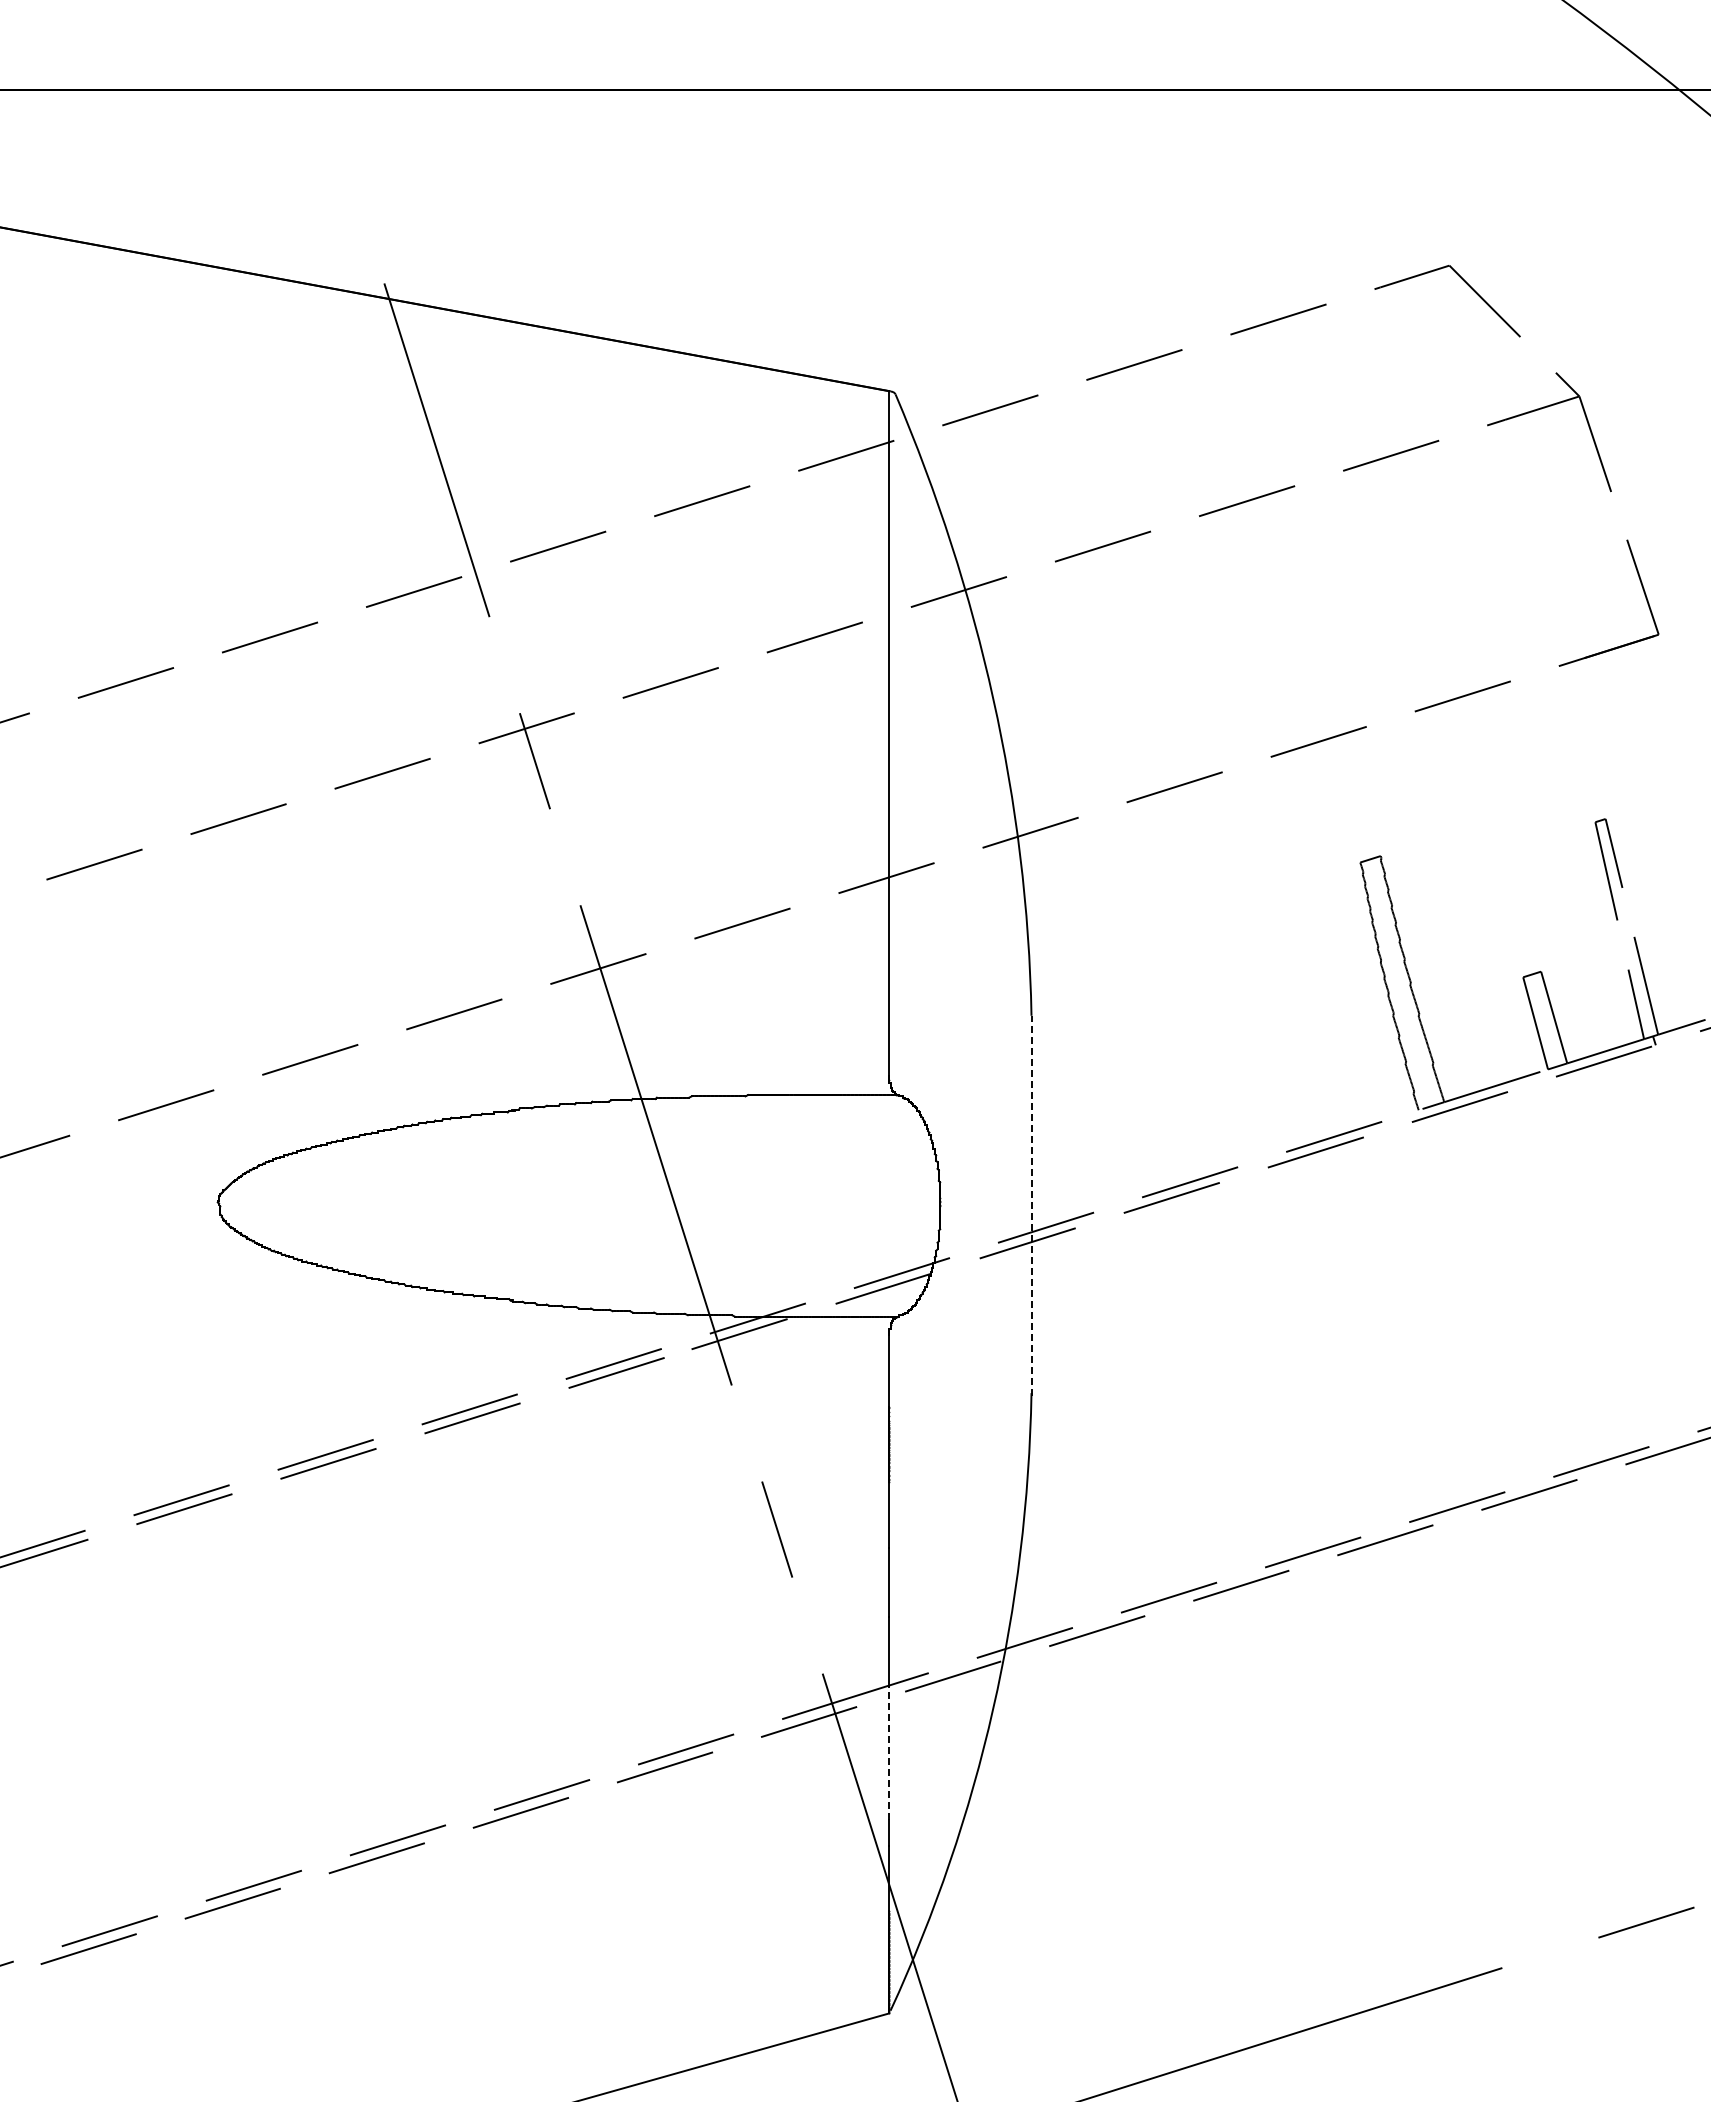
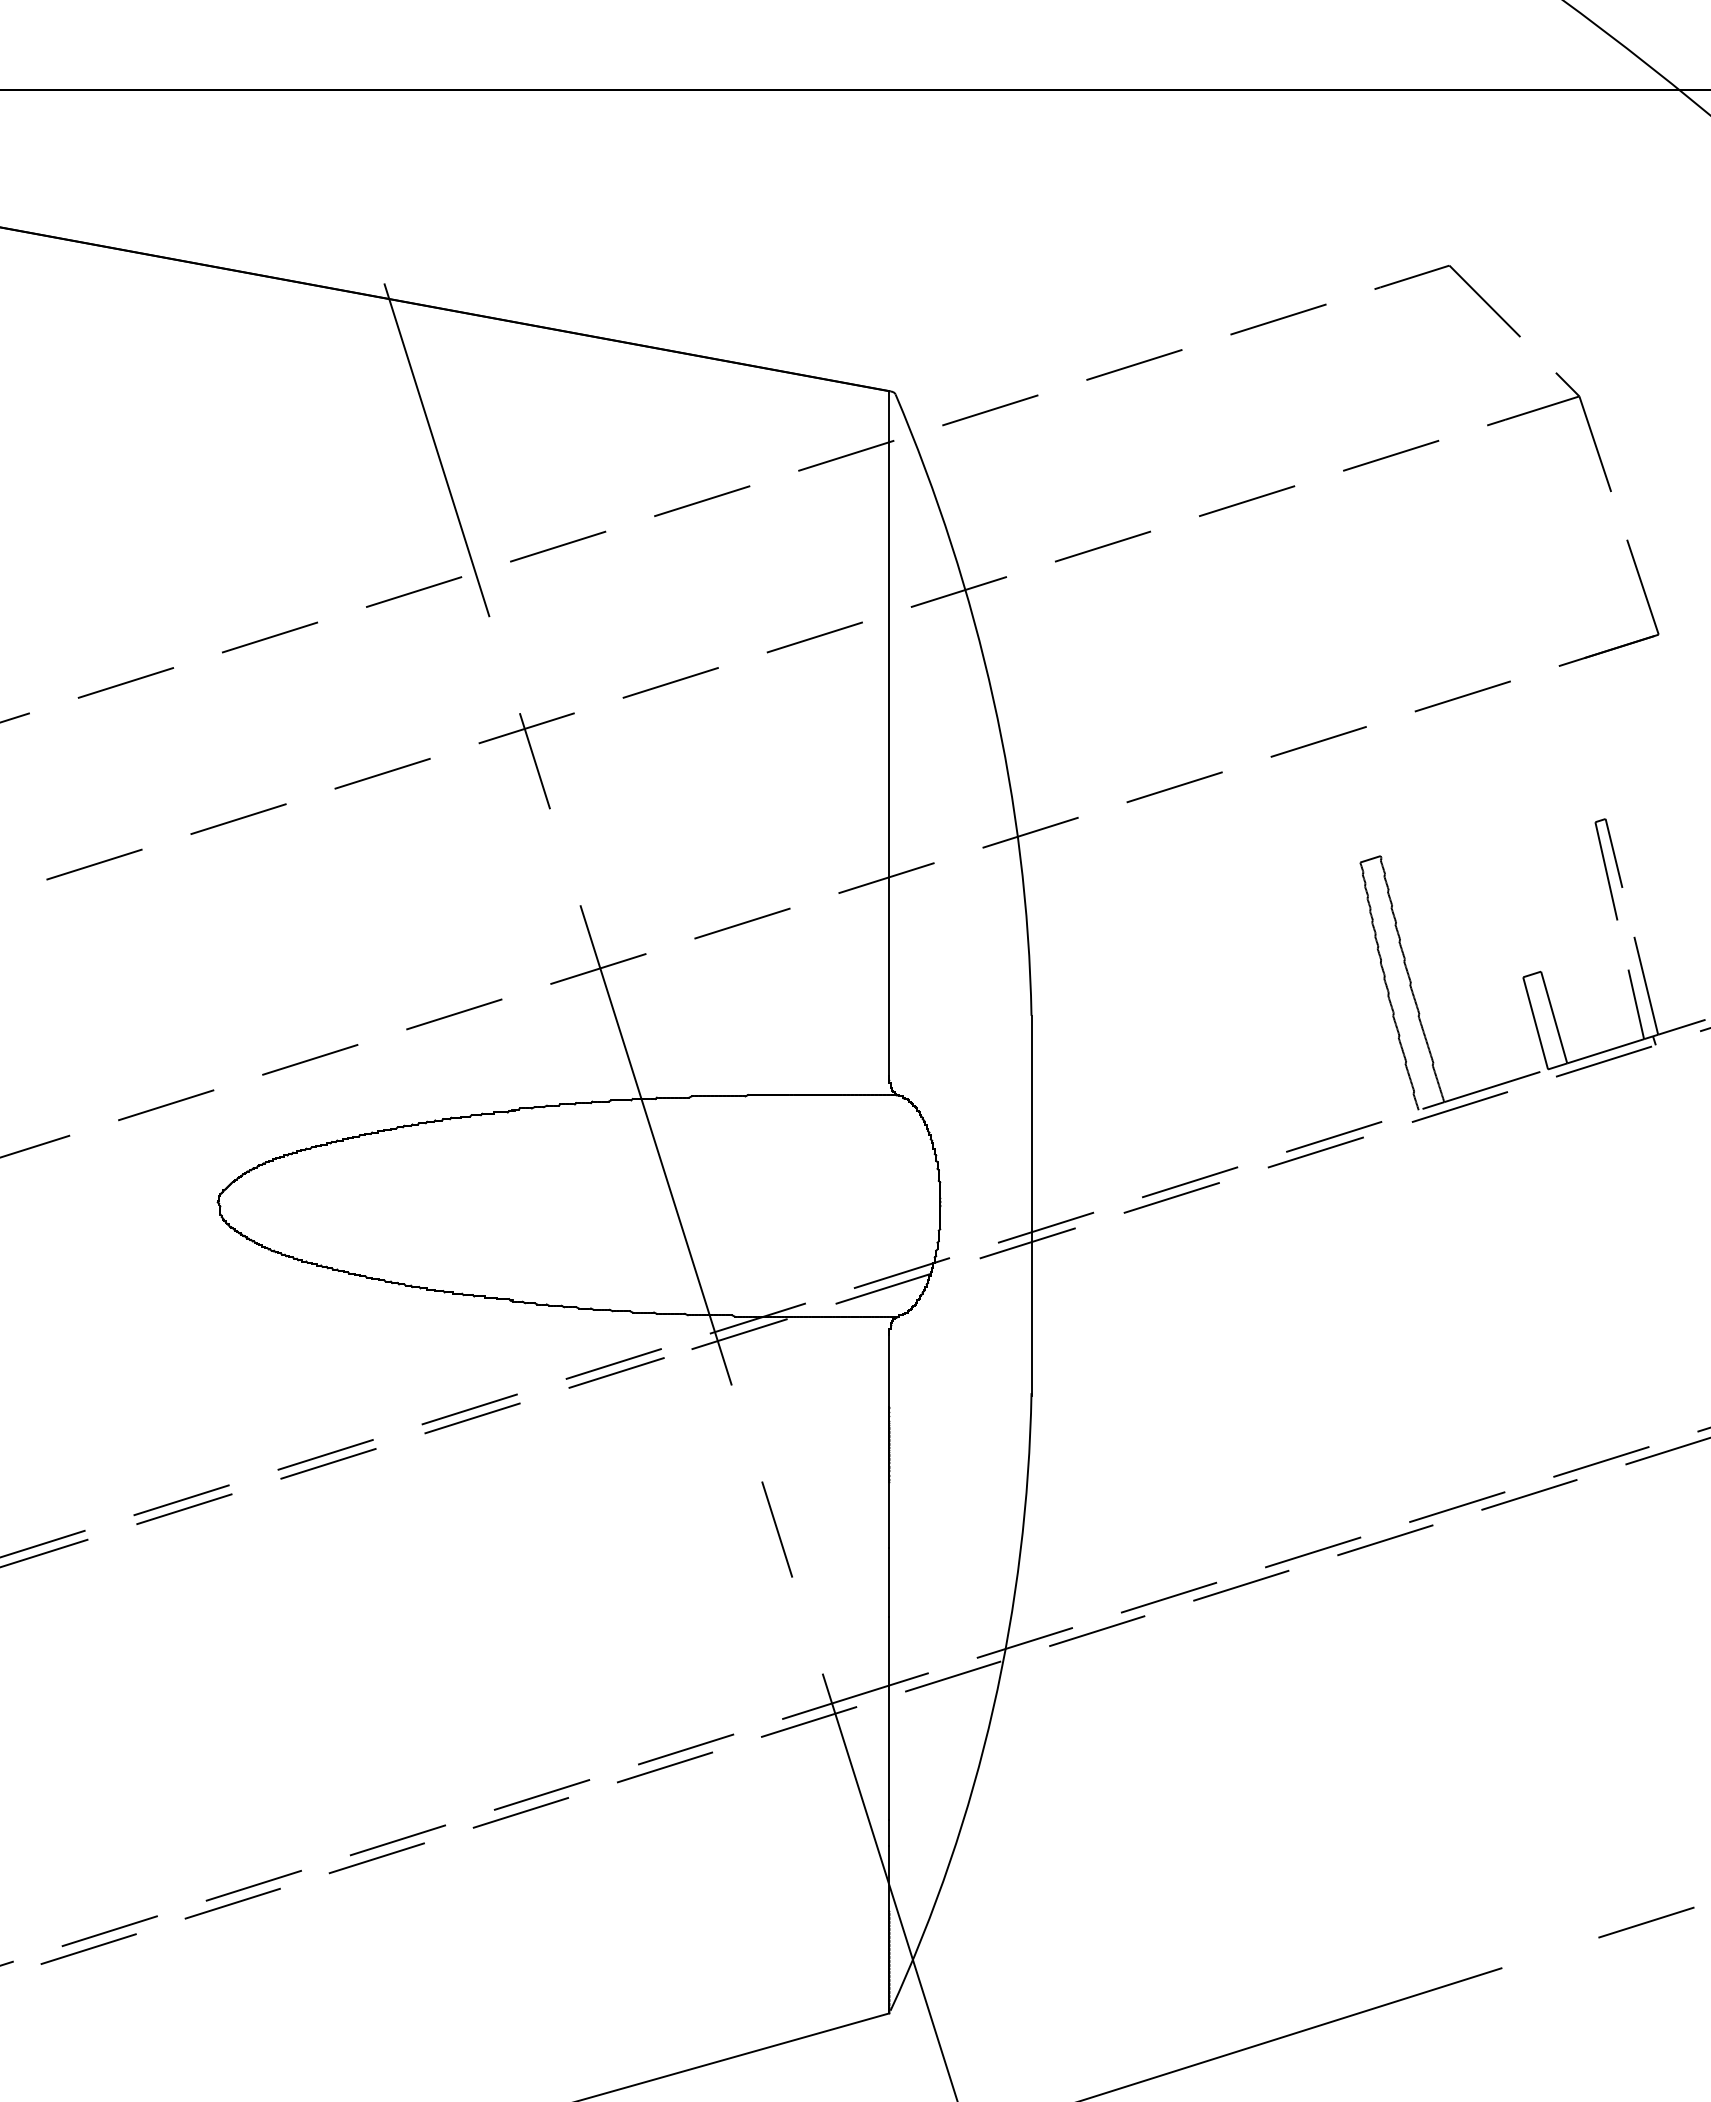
line at (1031, 1205): dashed -> solid
line at (889, 1752): dashed -> solid
